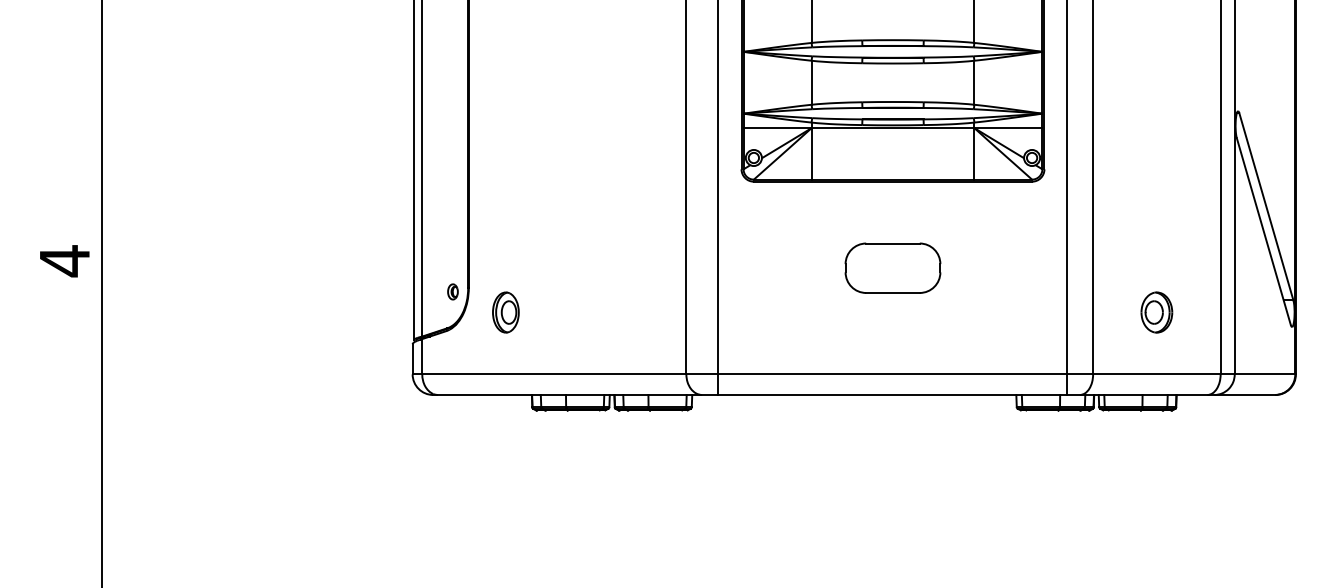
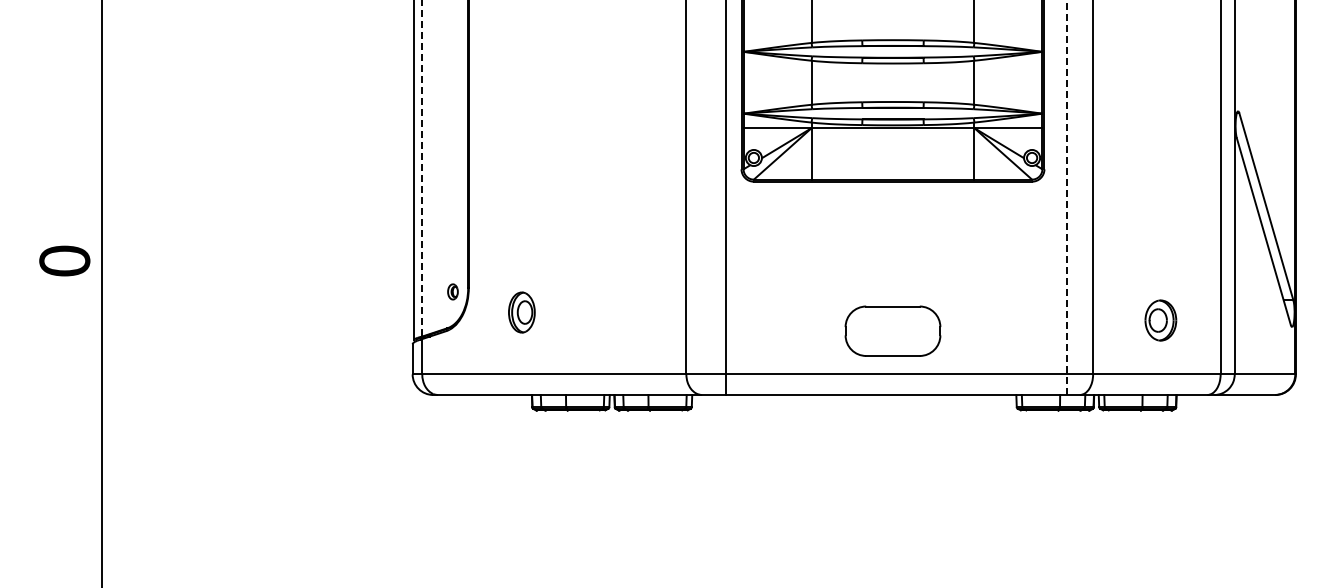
line at (422, 168): solid -> dashed
line at (1066, 197): solid -> dashed
line at (717, 198) position: (717, 198) -> (725, 198)
text at (64, 261): 4 -> 0
part at (892, 267) position: (892, 267) -> (892, 330)
part at (505, 312) position: (505, 312) -> (521, 312)
part at (1156, 312) position: (1156, 312) -> (1160, 320)
